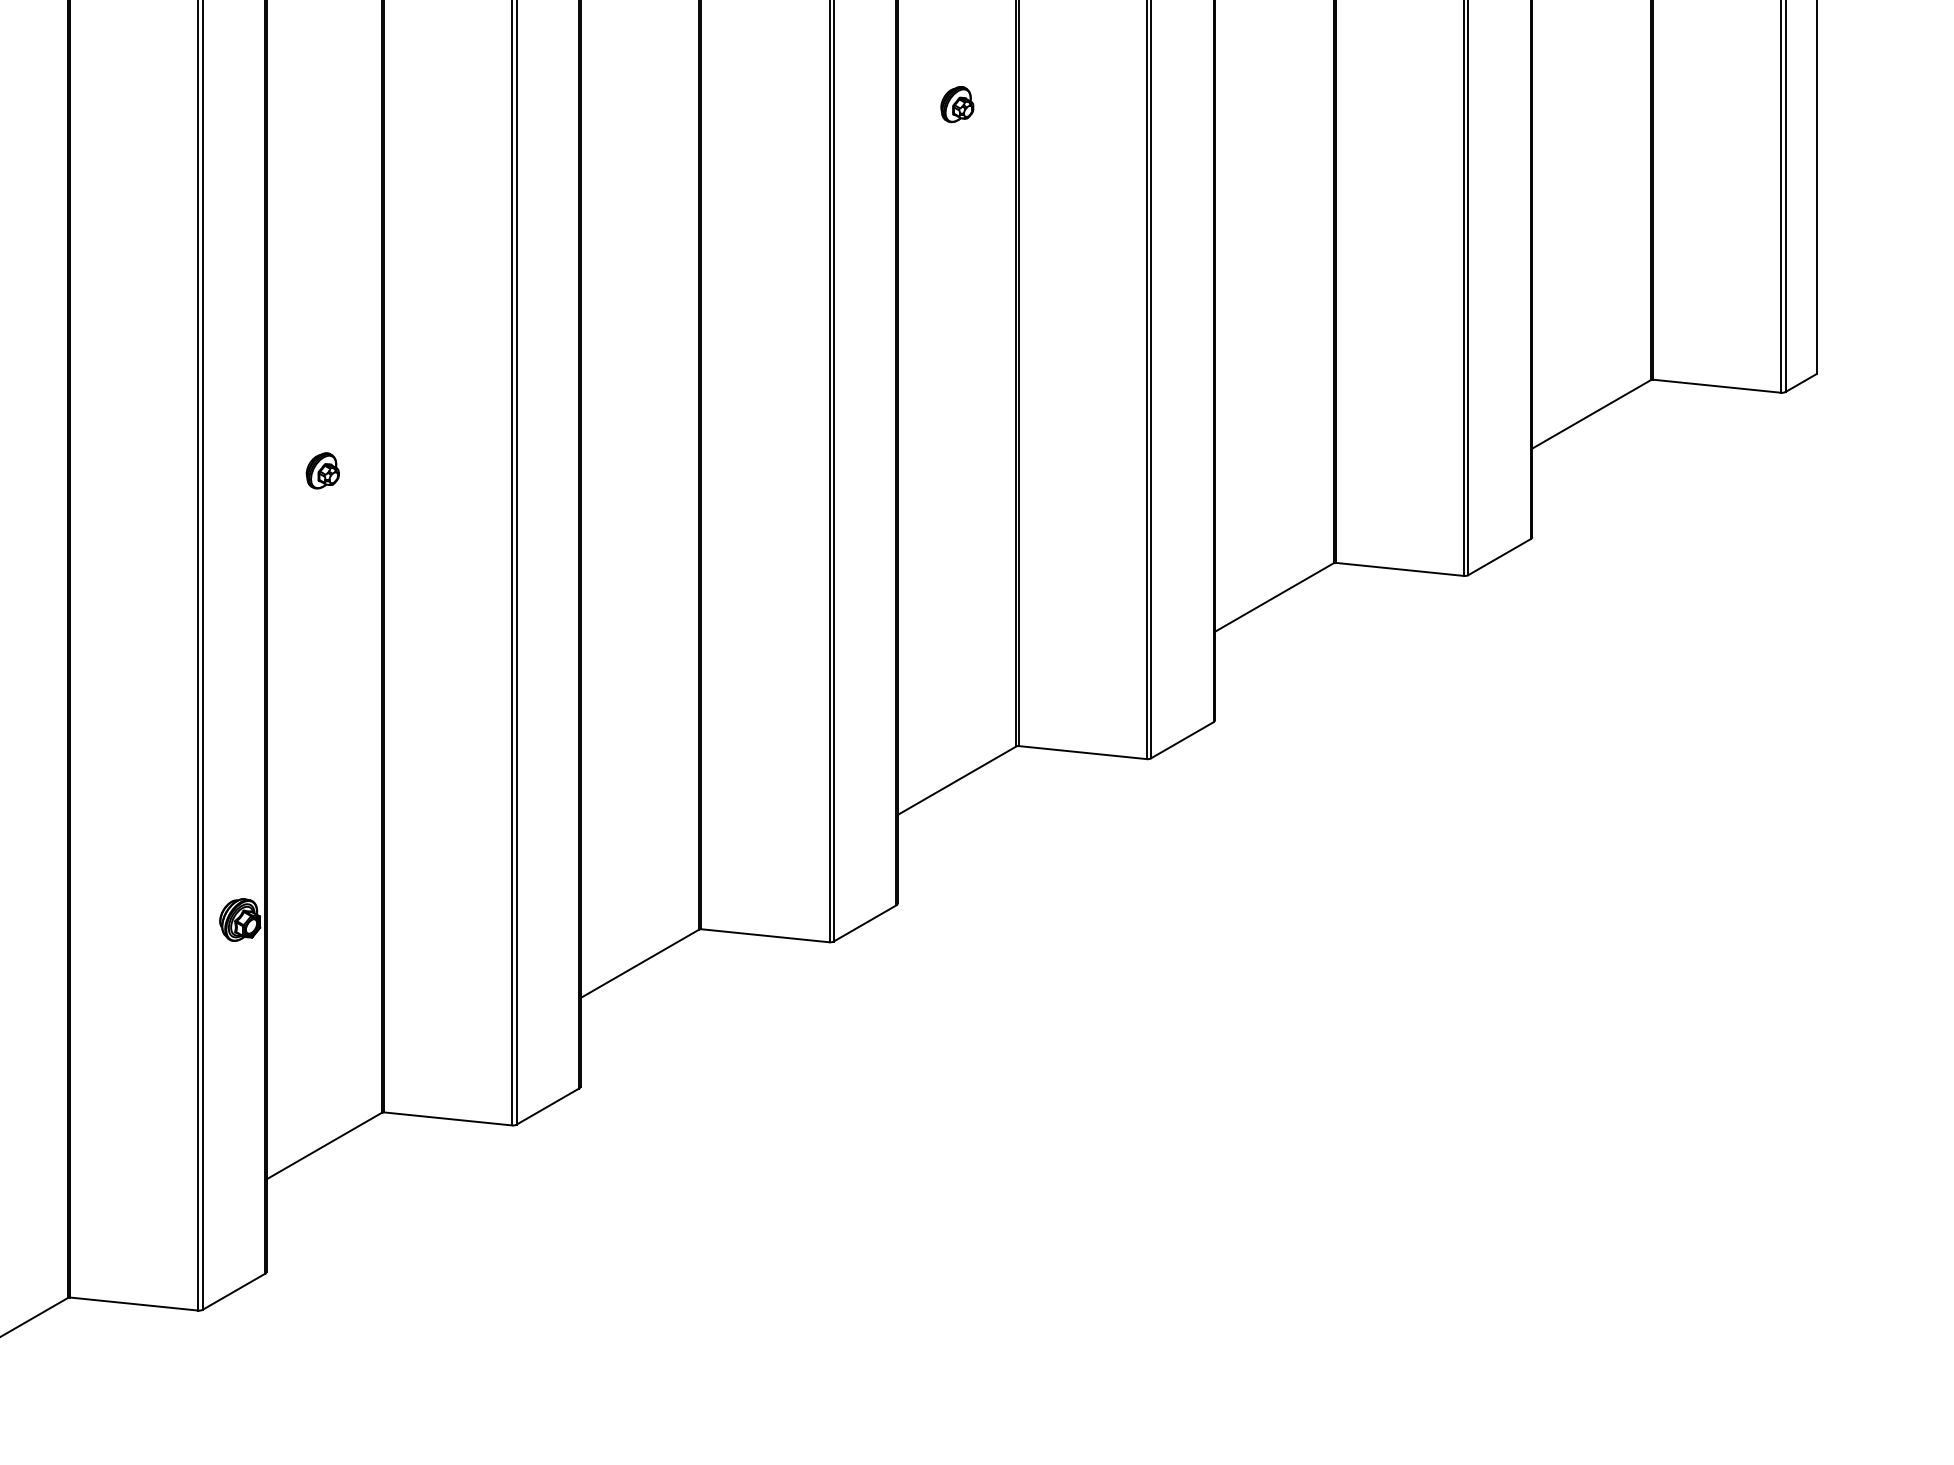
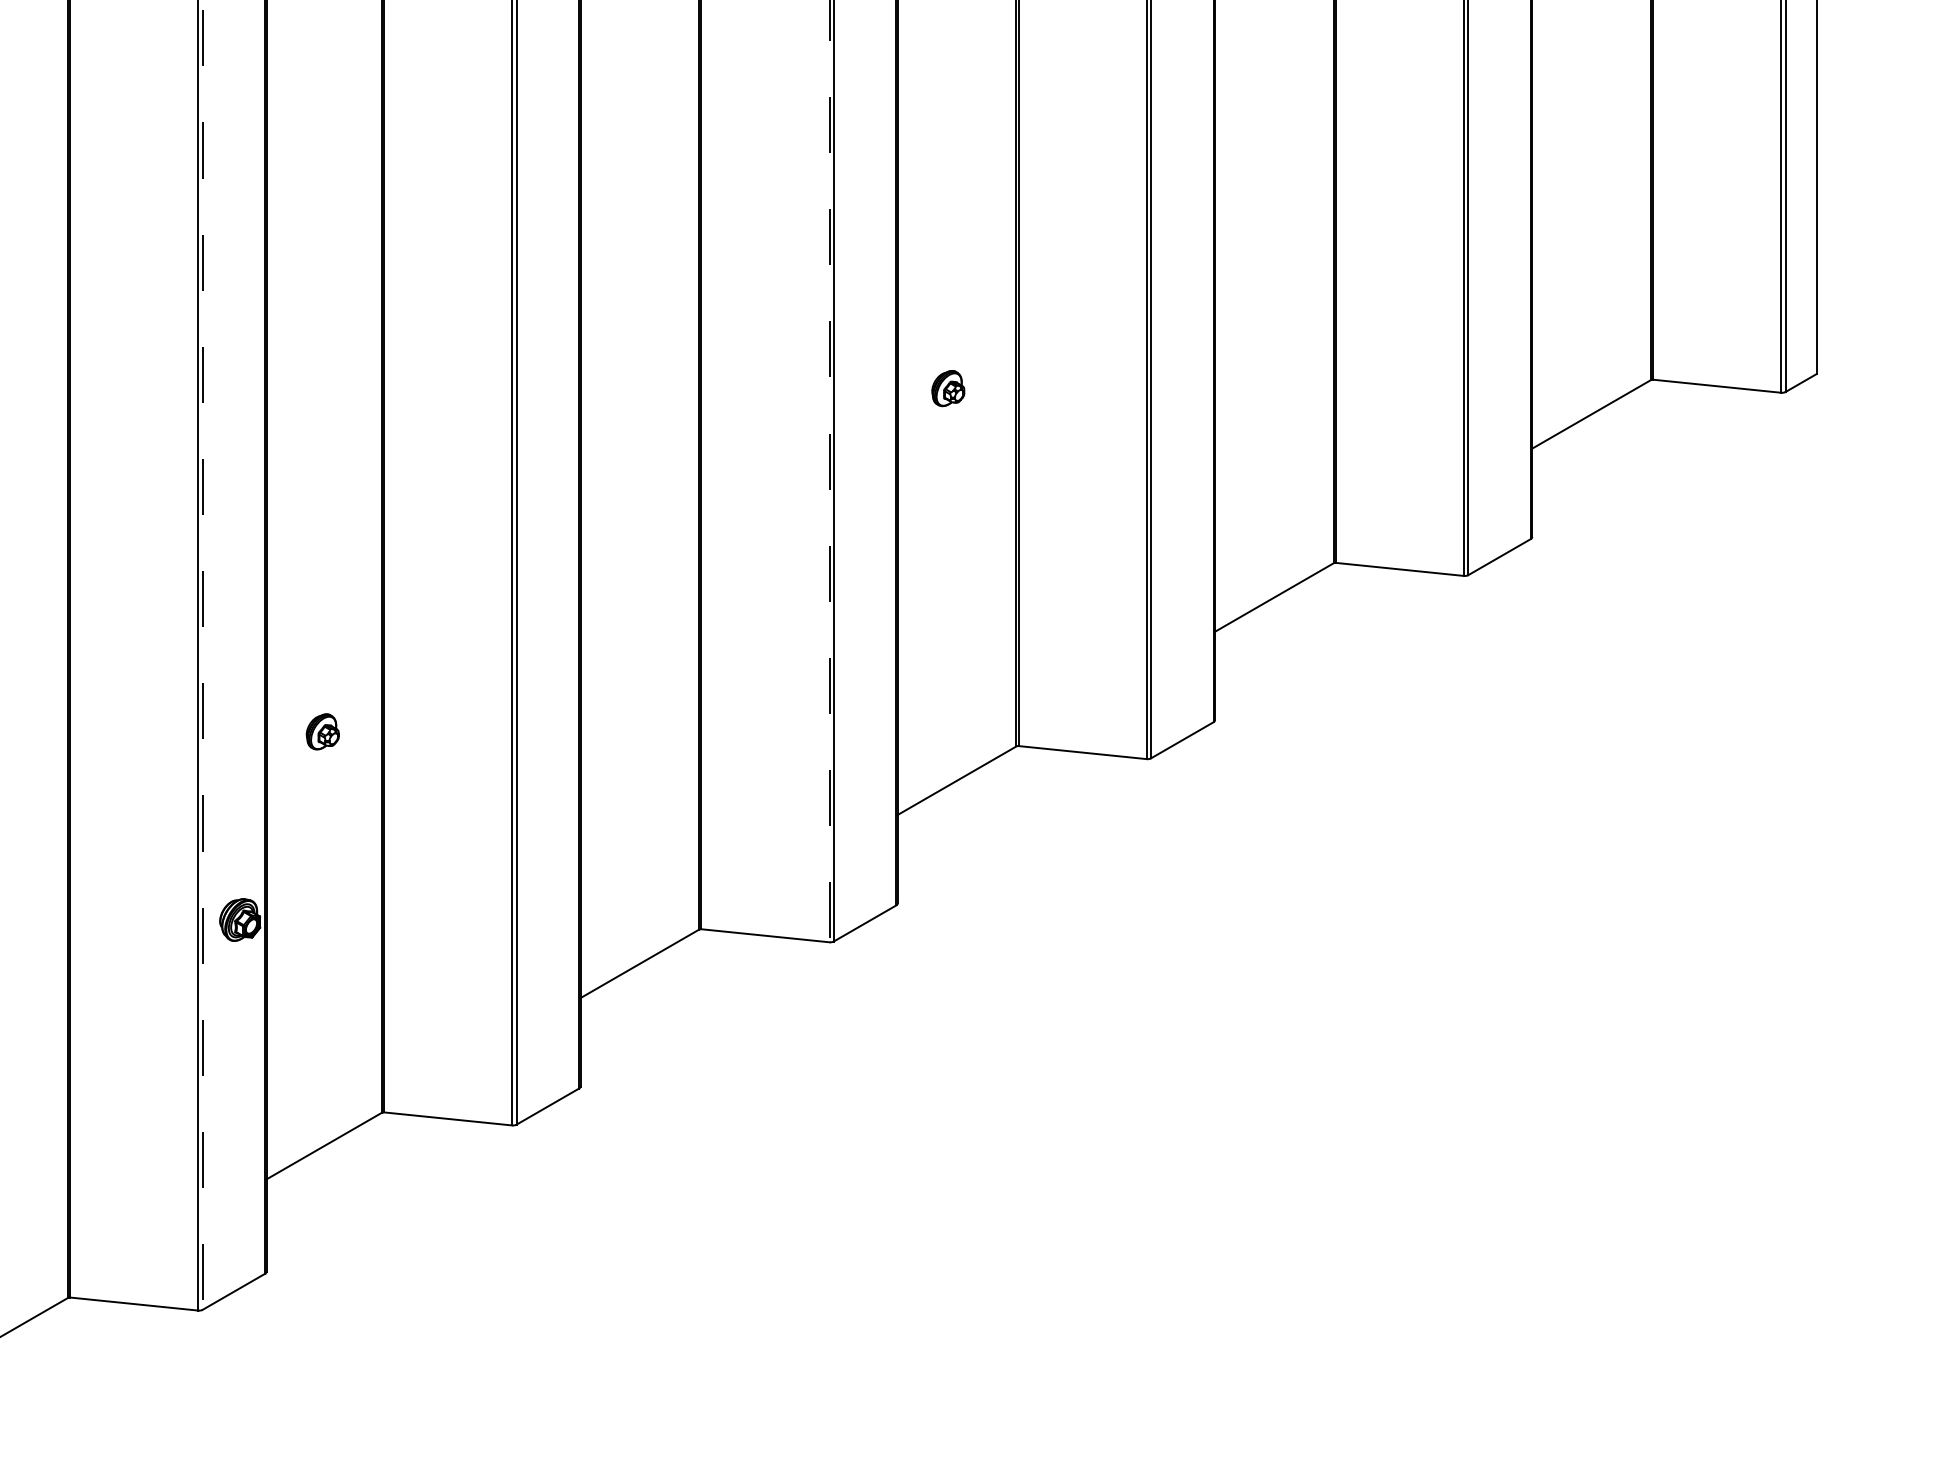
part at (957, 104) position: (957, 104) -> (948, 388)
part at (322, 470) position: (322, 470) -> (322, 731)
line at (829, 471): solid -> dashed
line at (202, 655): solid -> dashed
